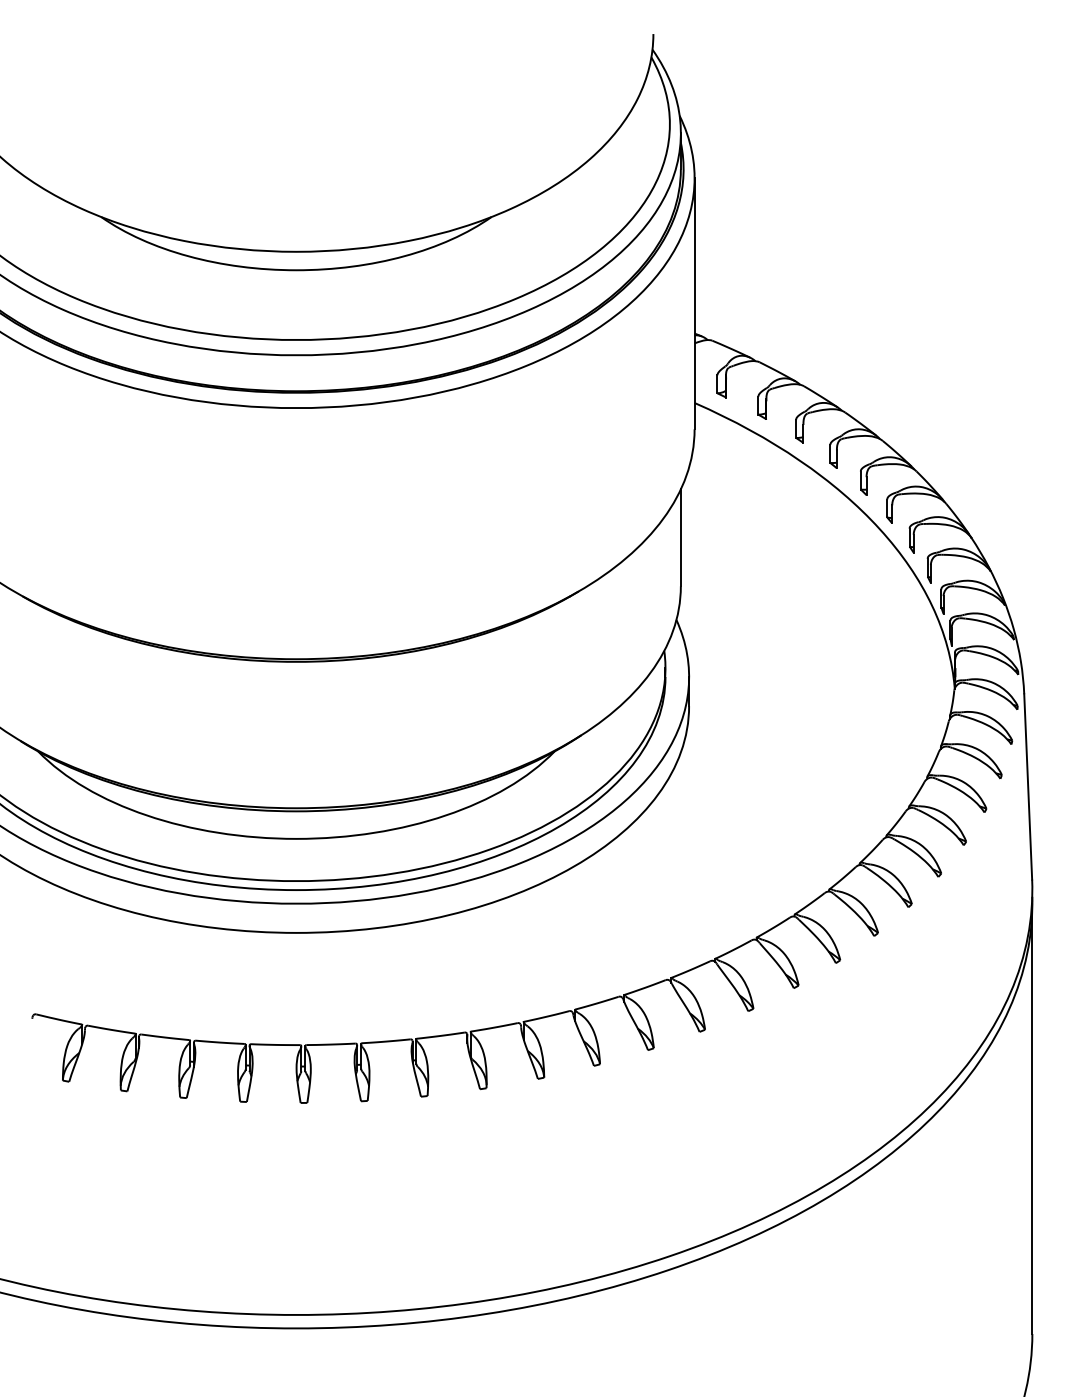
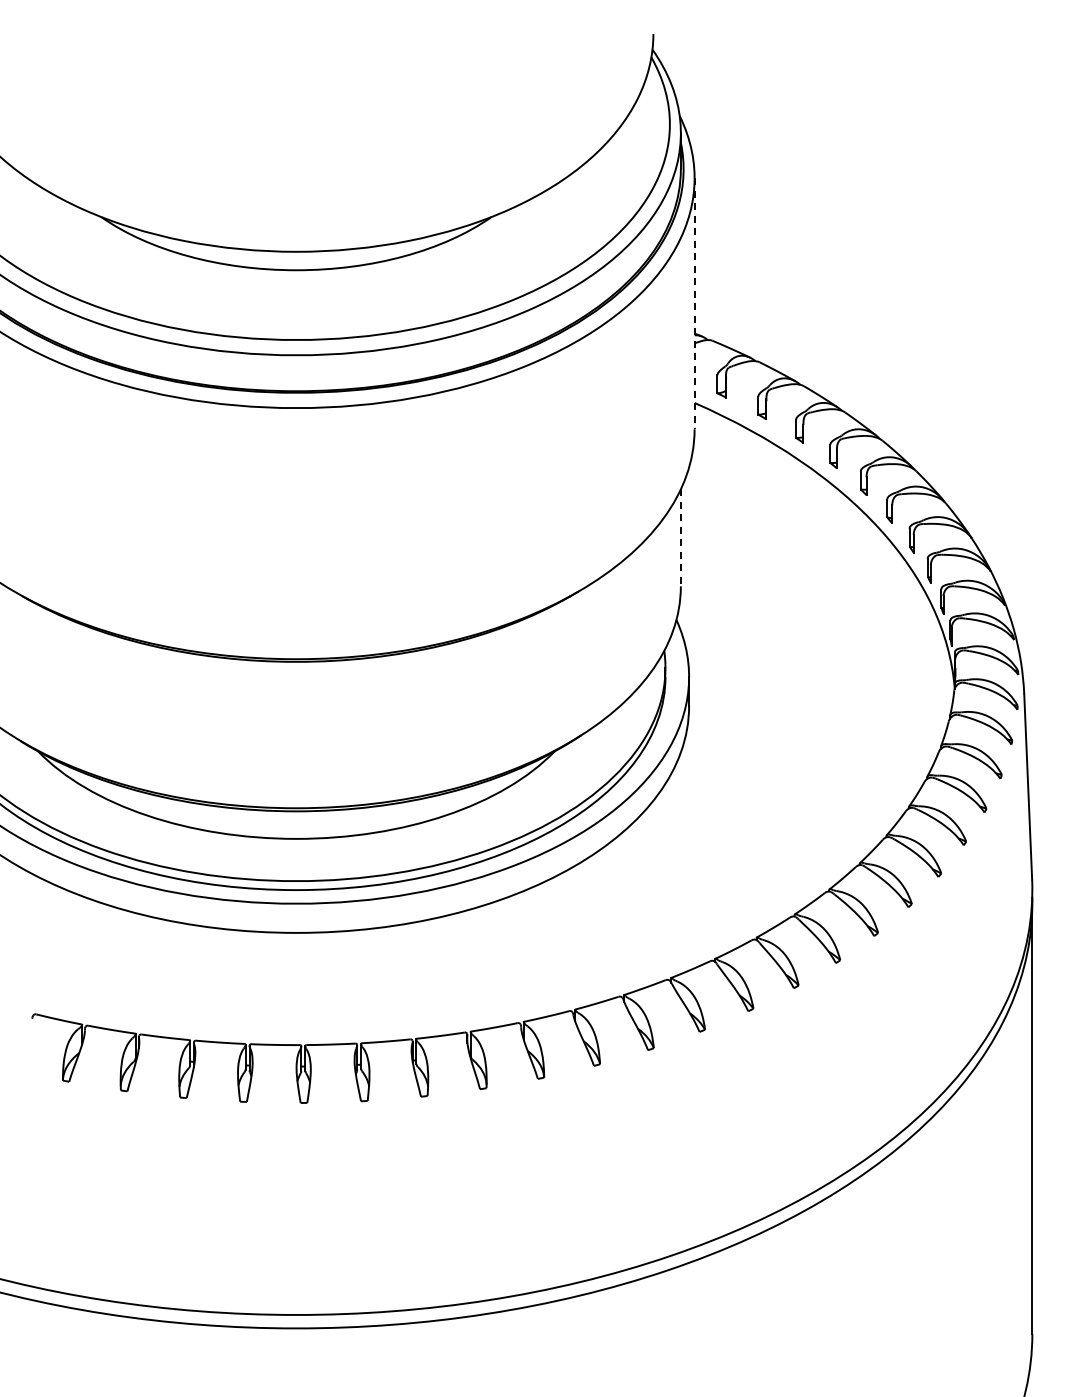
line at (694, 303): solid -> dashed
line at (680, 537): solid -> dashed
